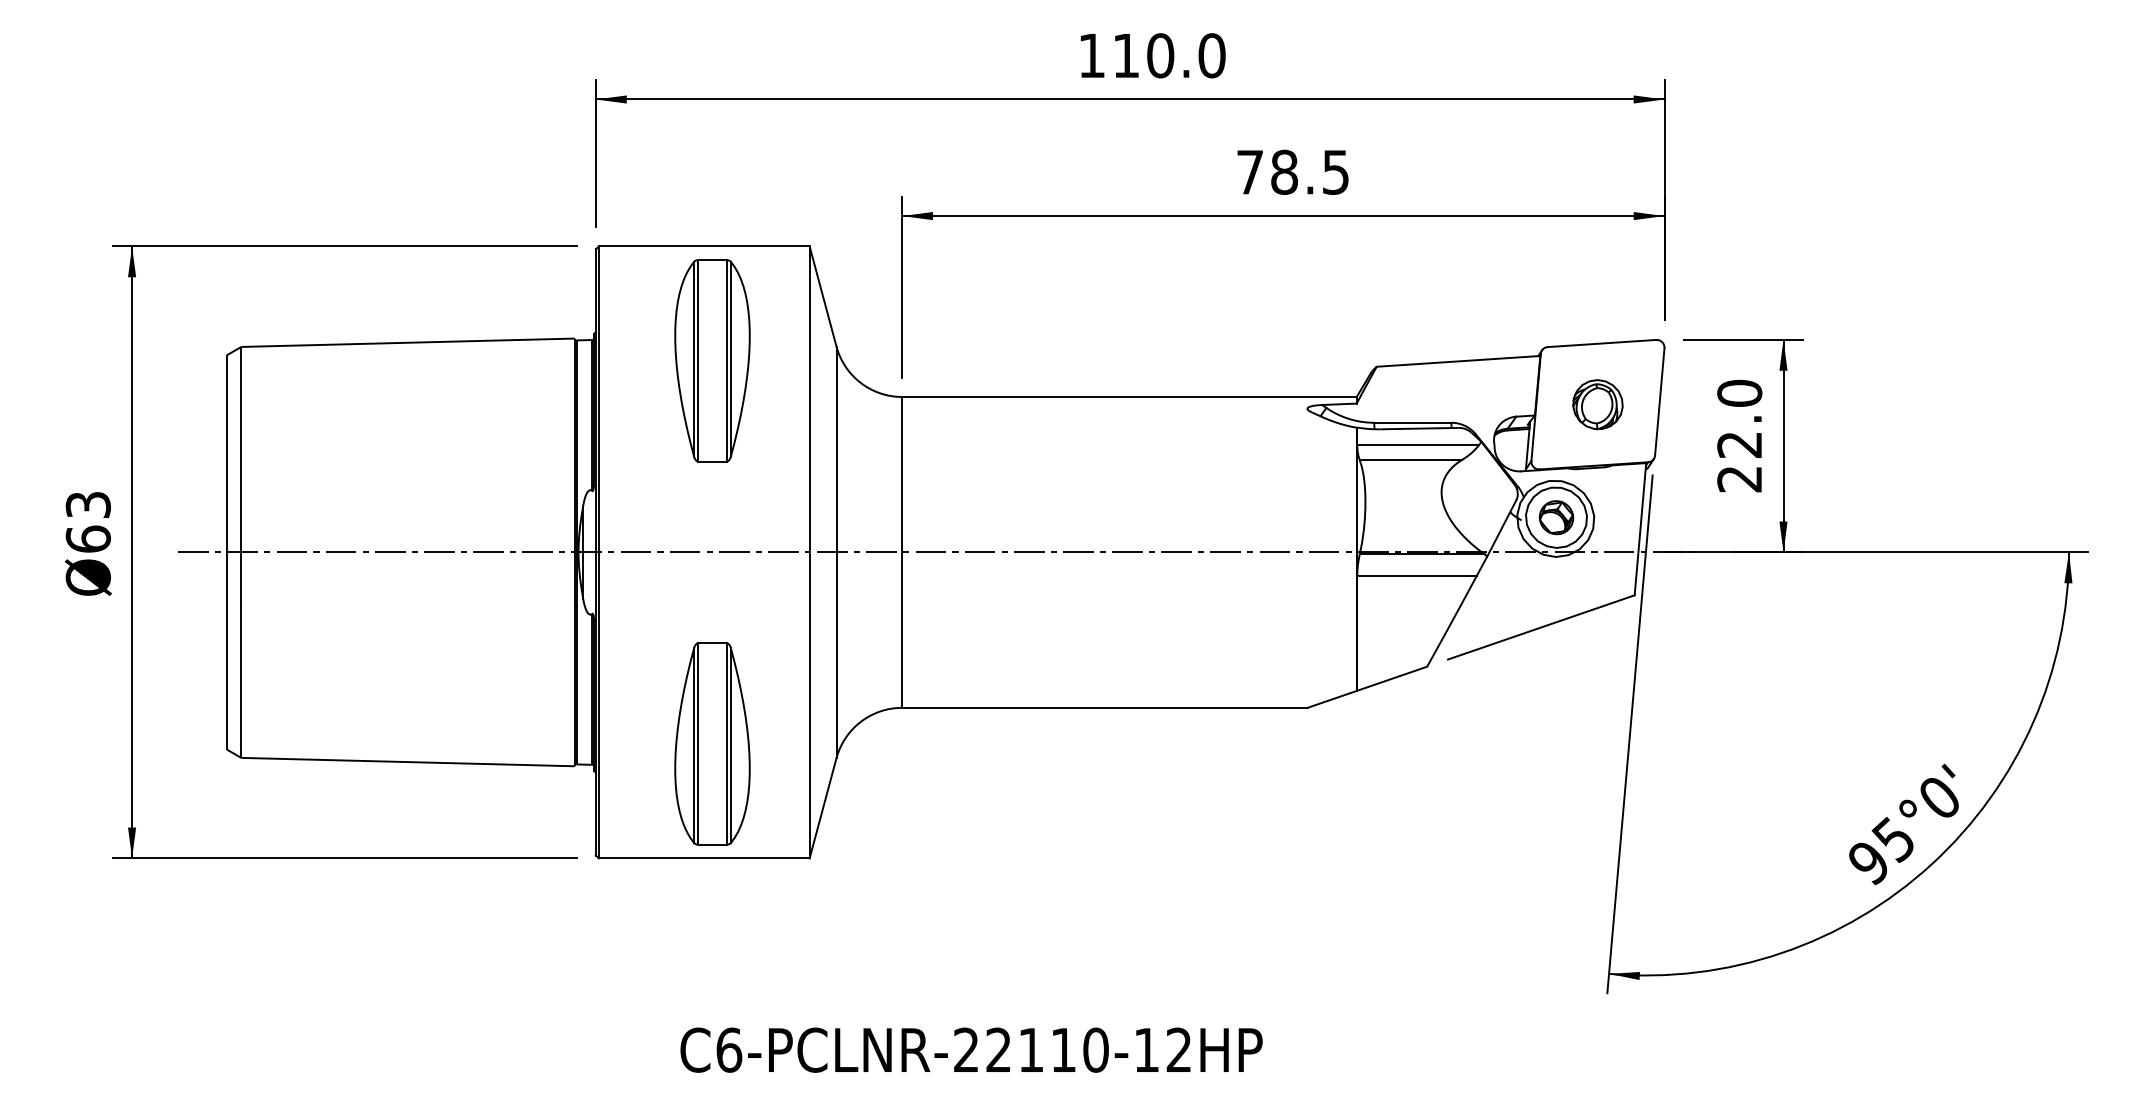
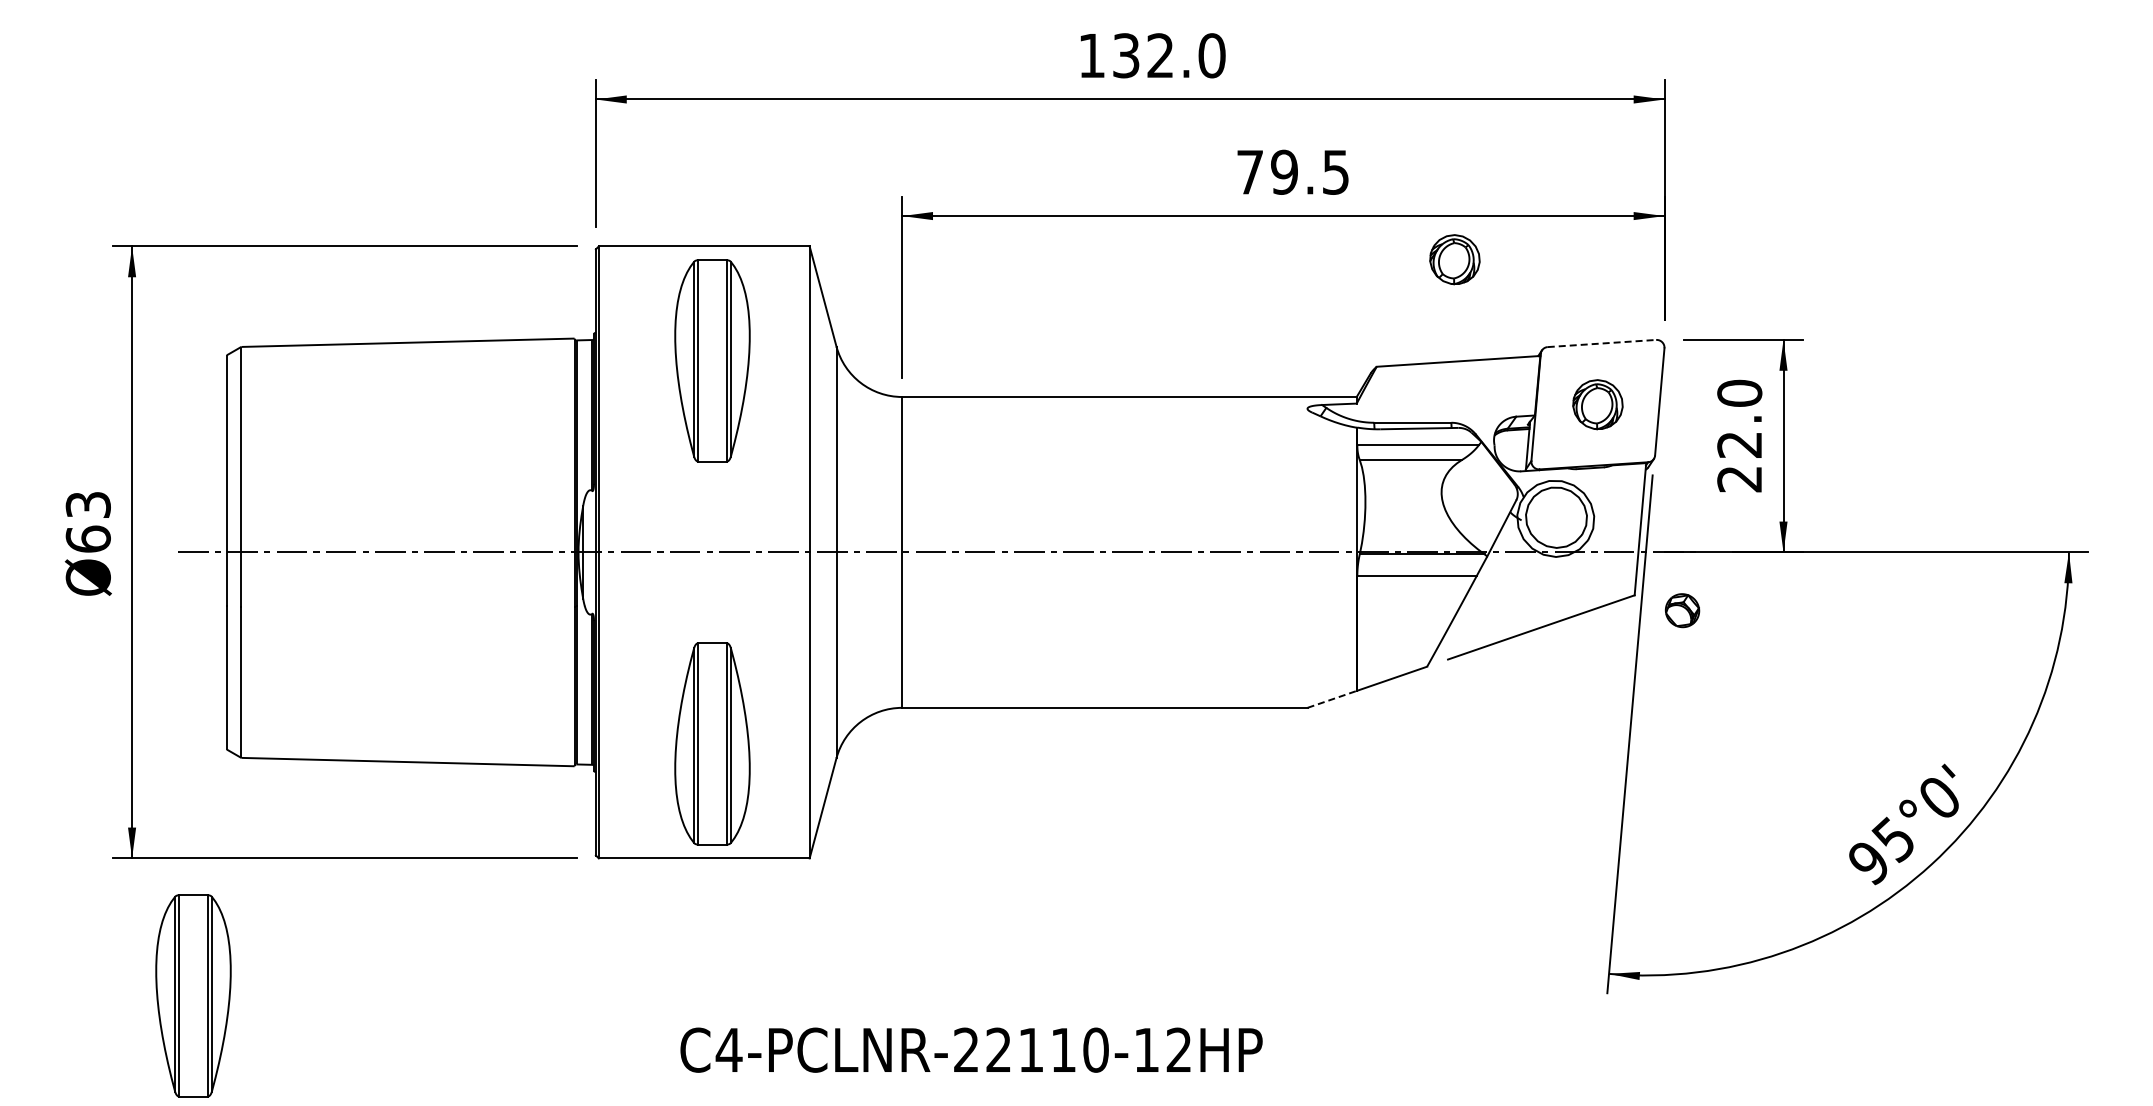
text at (1143, 55): 110.0 -> 132.0
text at (1284, 171): 78.5 -> 79.5
part at (1454, 259): none -> present
line at (1602, 343): solid -> dashed
part at (1556, 517) position: (1556, 517) -> (1682, 610)
line at (1331, 699): solid -> dashed
part at (193, 995): none -> present
text at (728, 1049): C6-PCLNR-22110-12HP -> C4-PCLNR-22110-12HP
